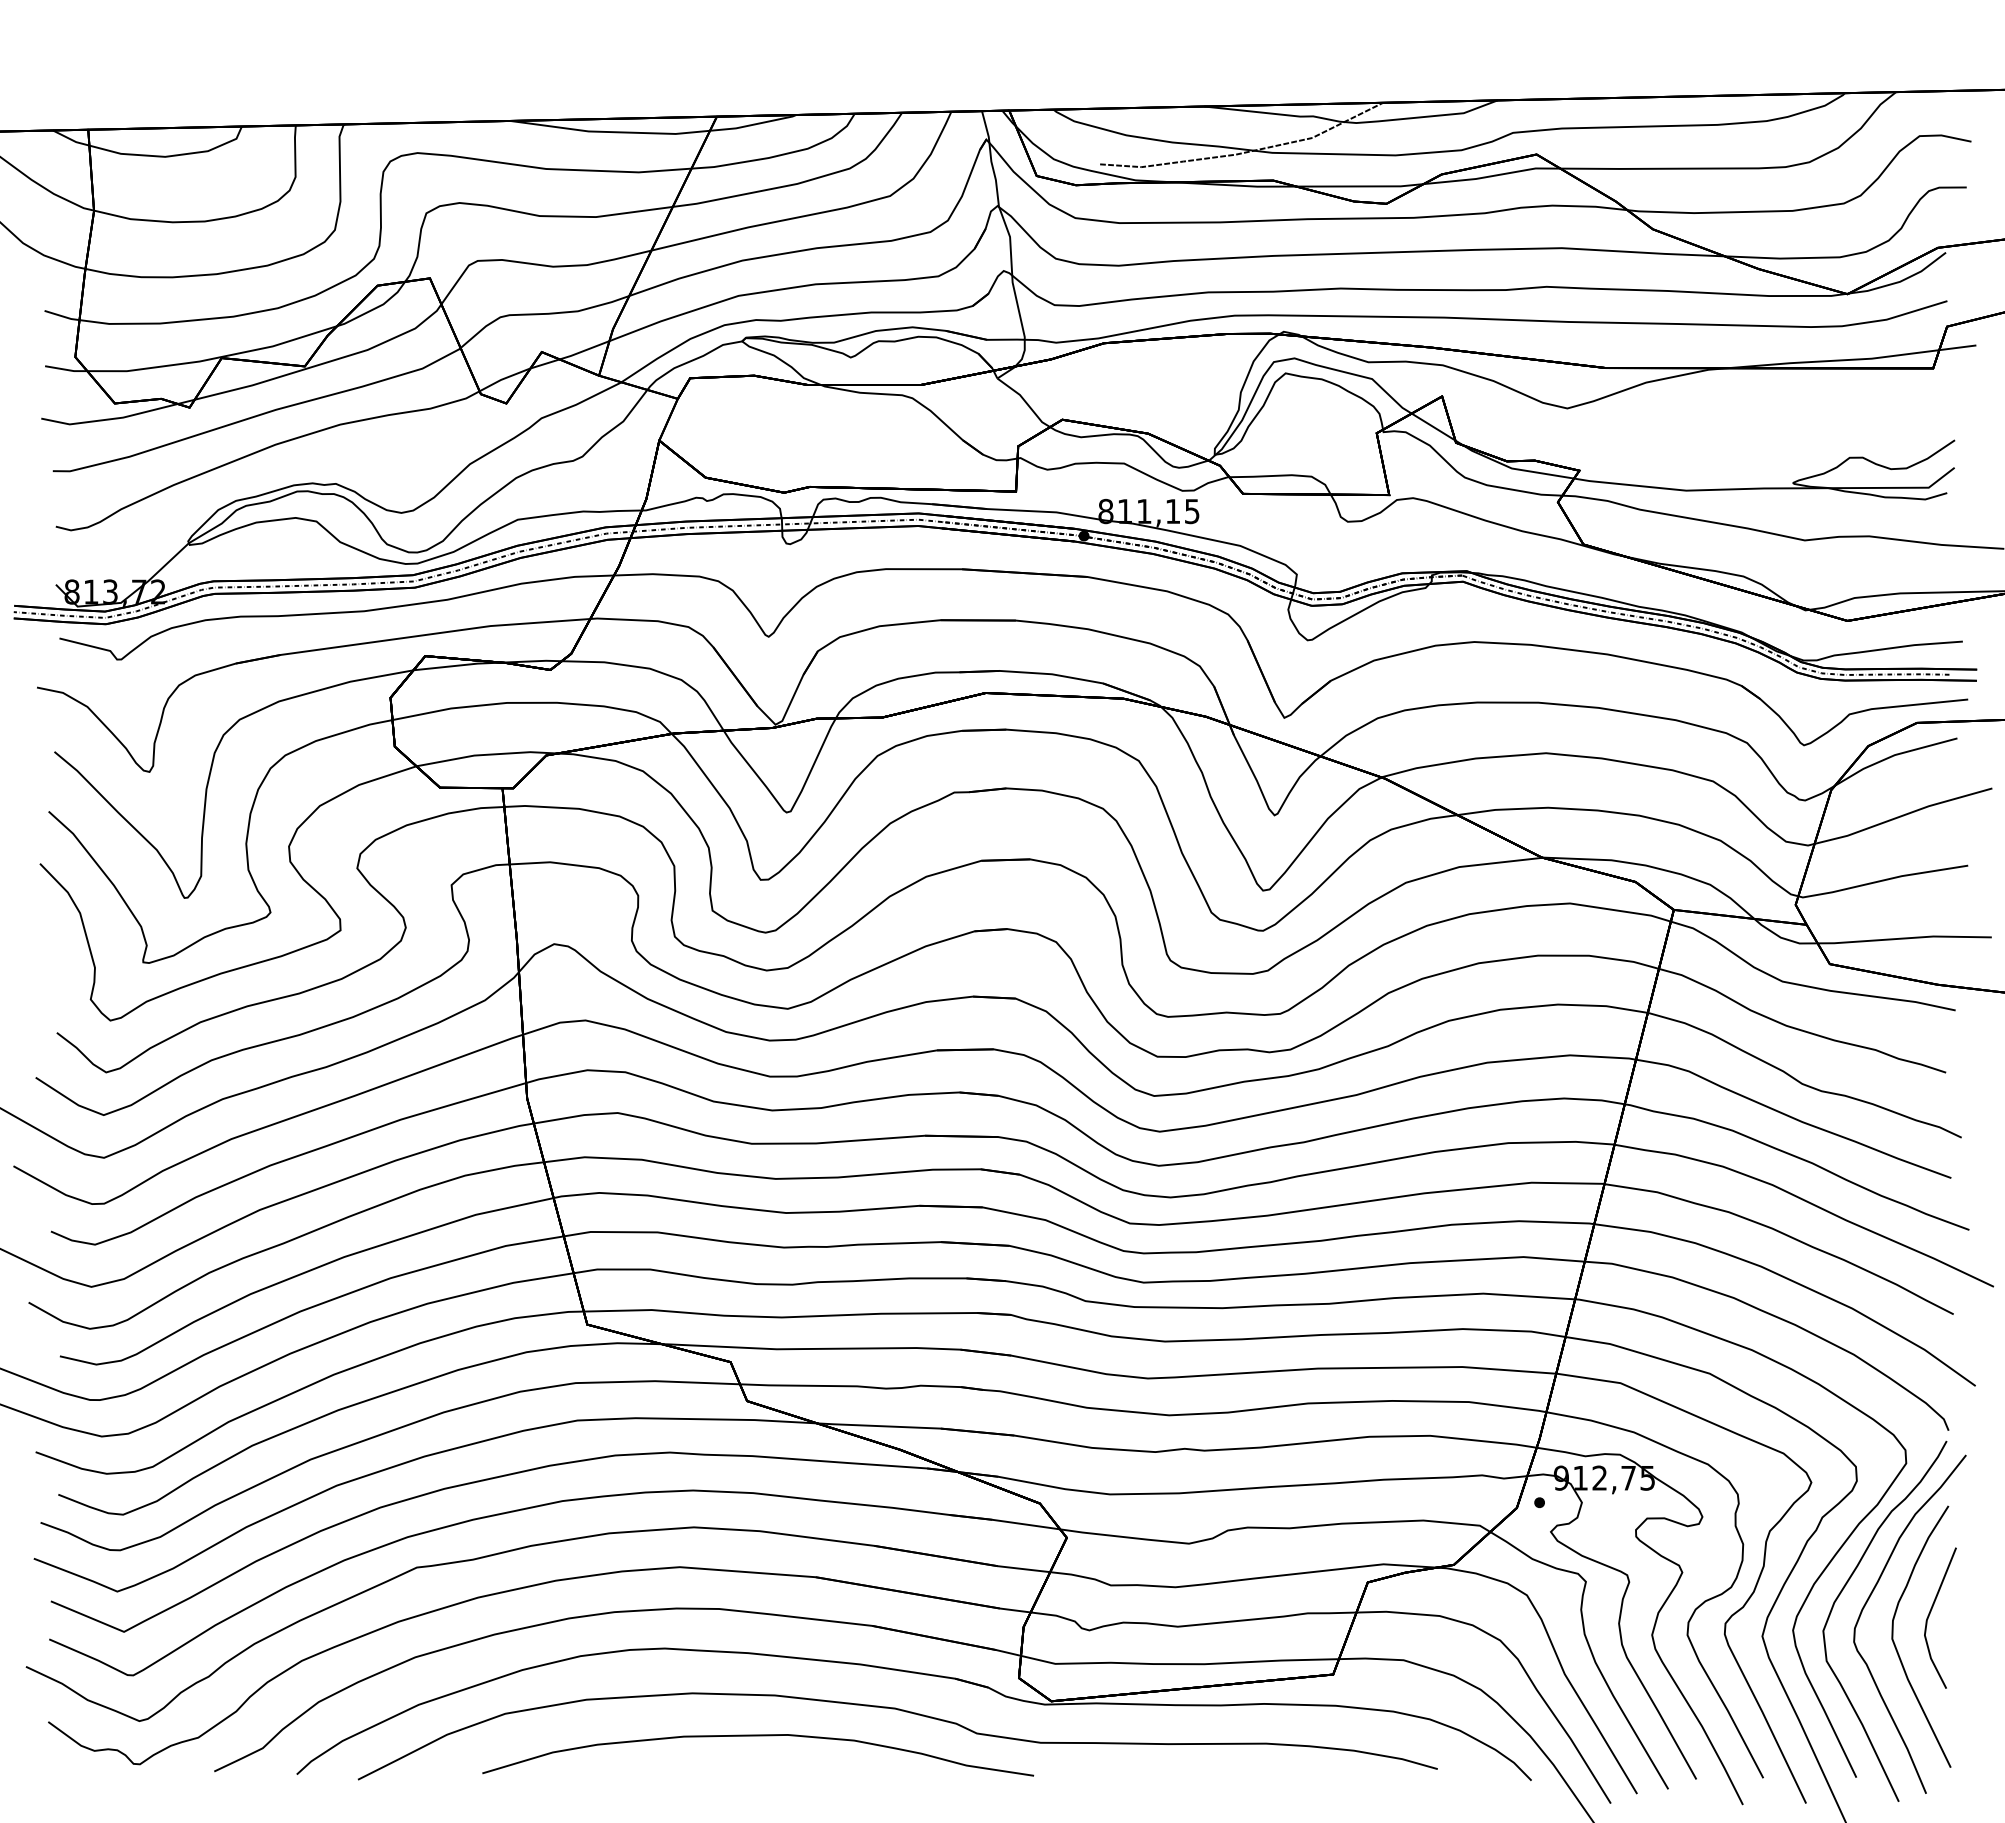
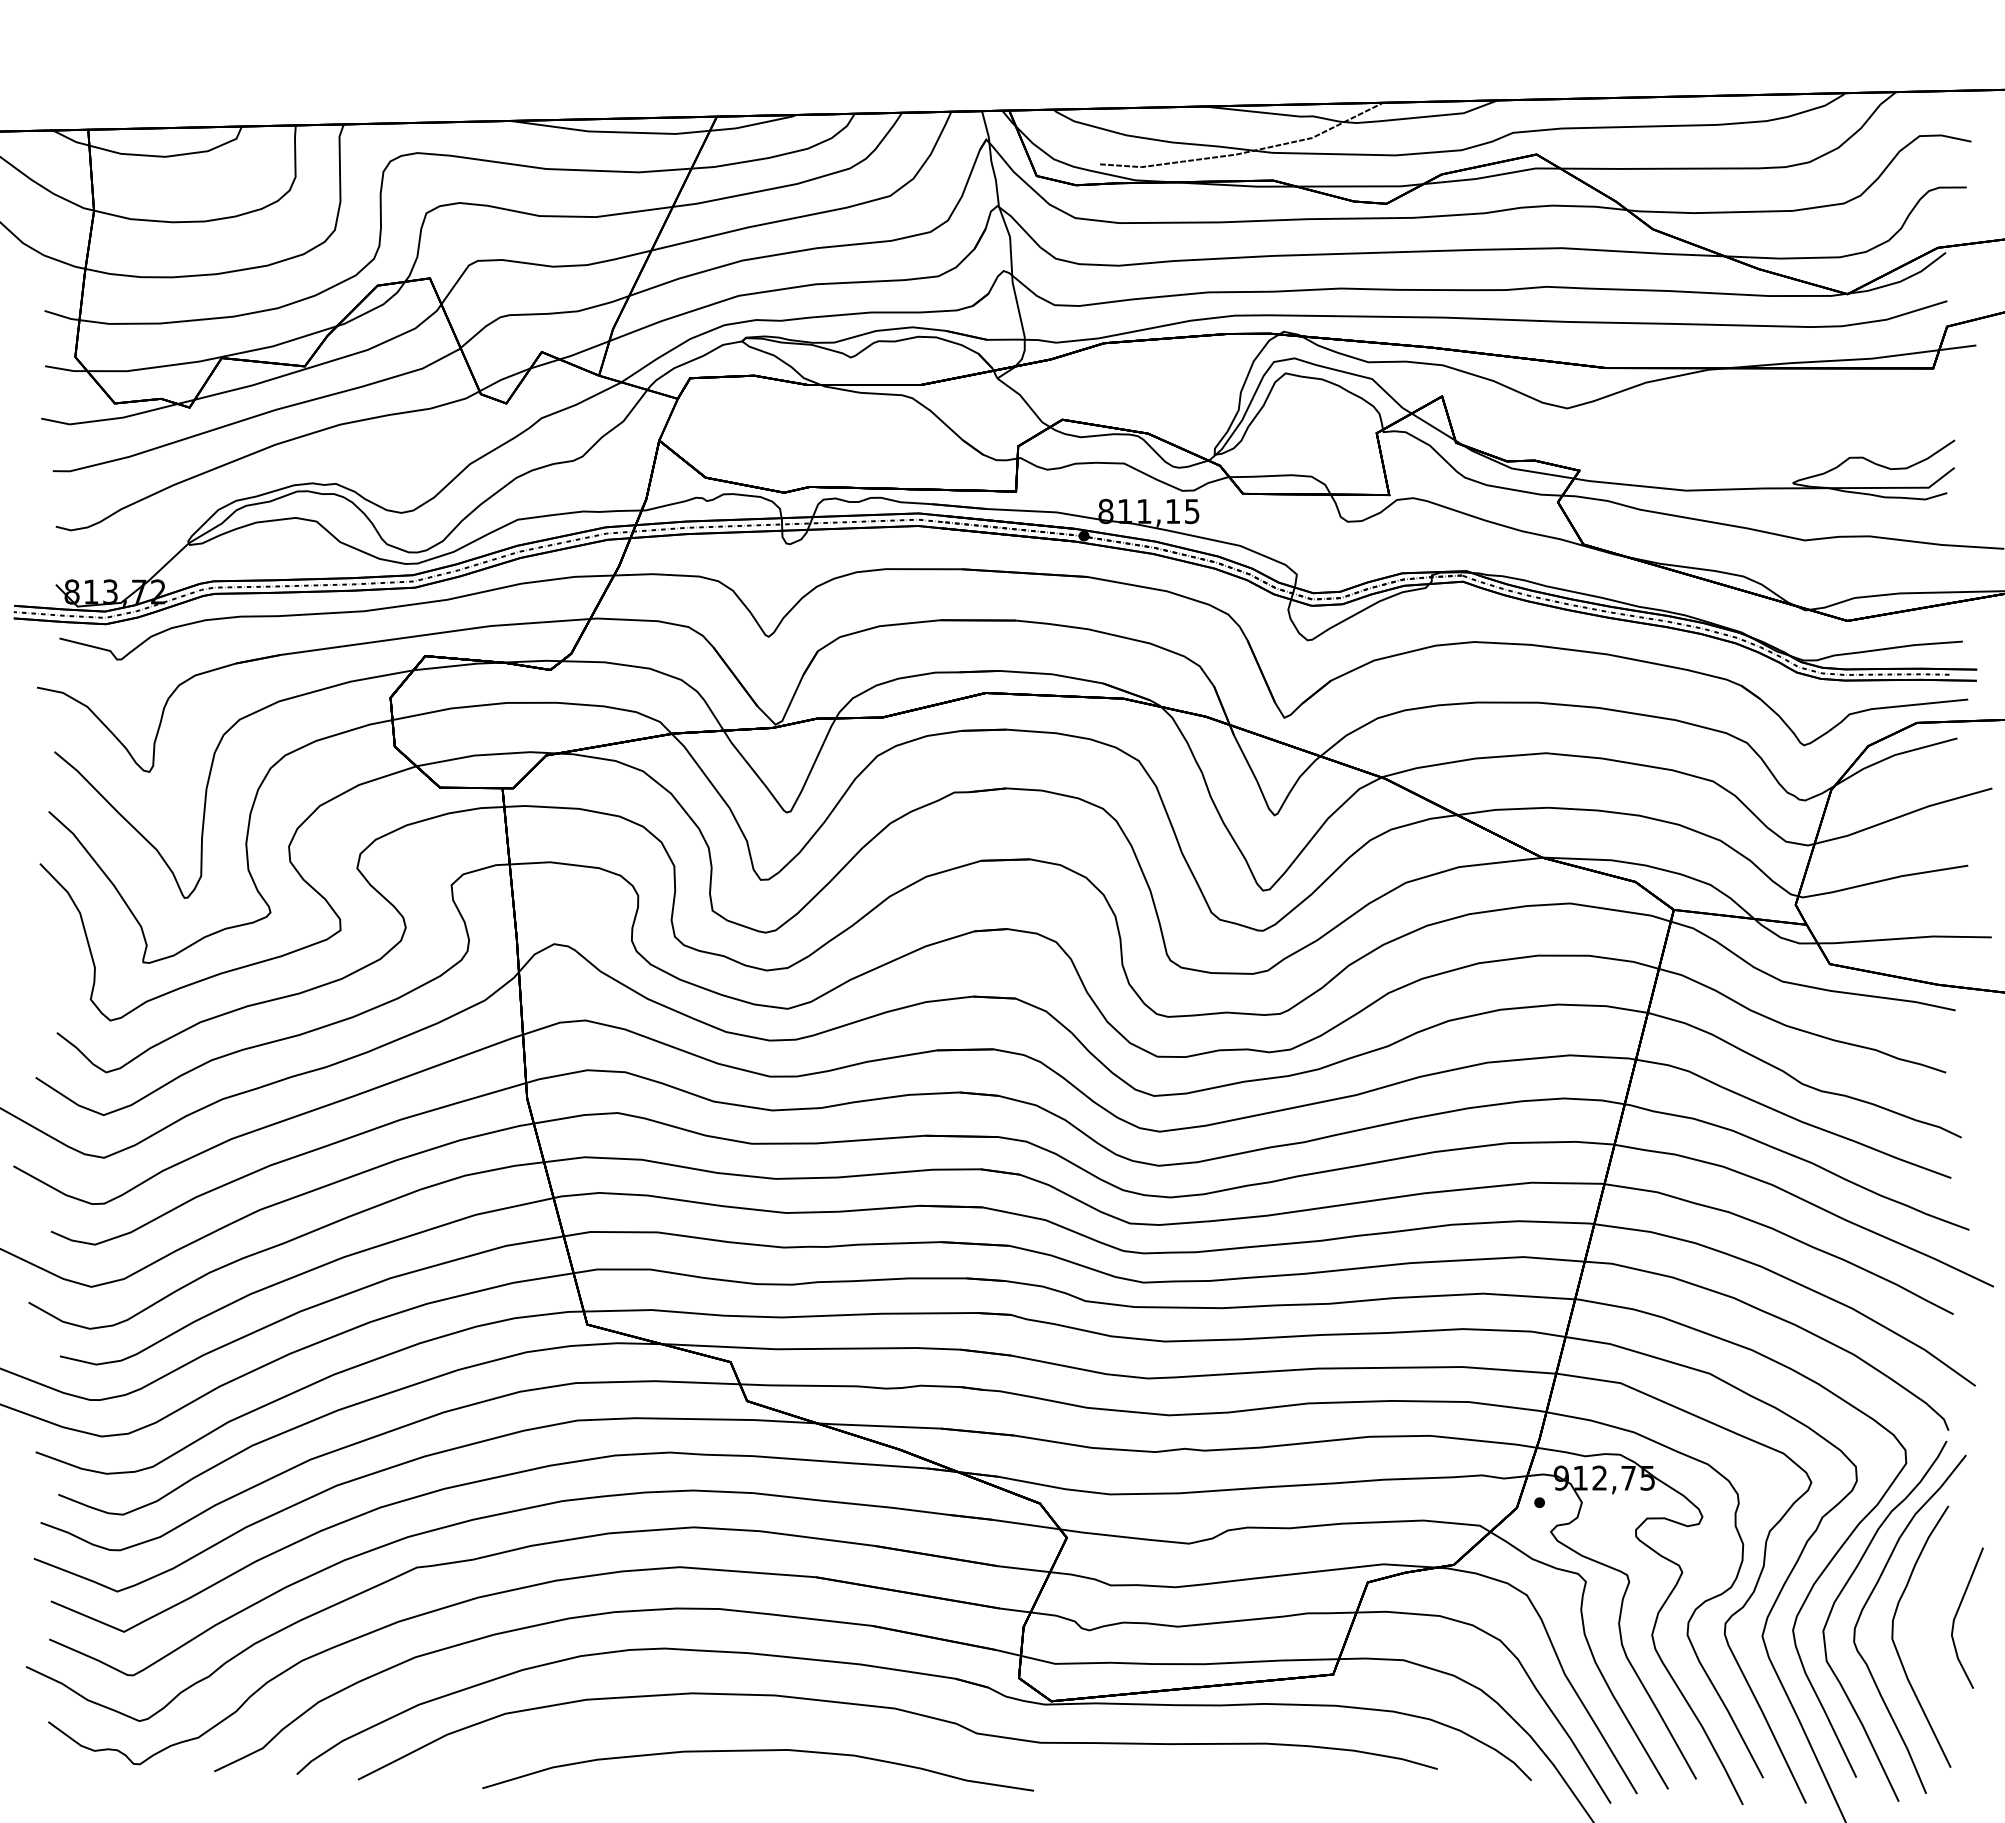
curve at (1930, 1614) position: (1930, 1614) -> (1957, 1614)
curve at (758, 1736) position: (758, 1736) -> (758, 1751)
